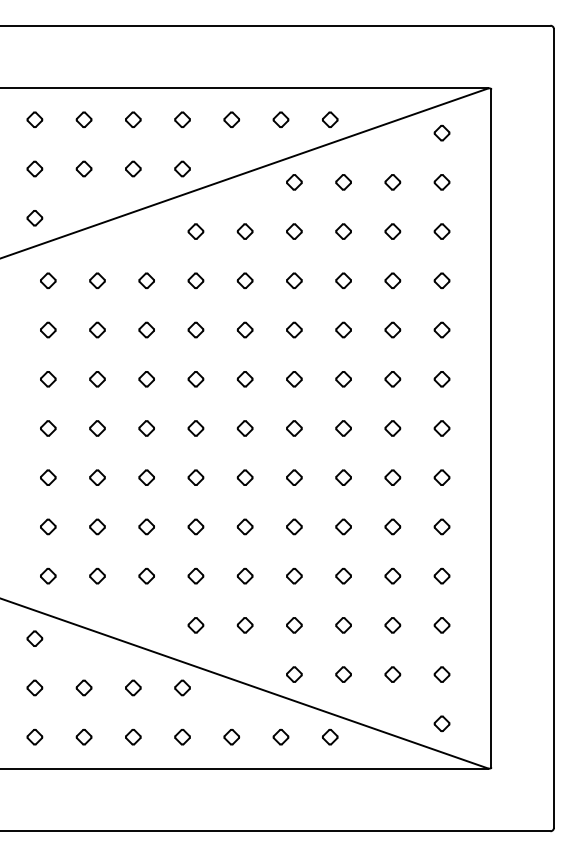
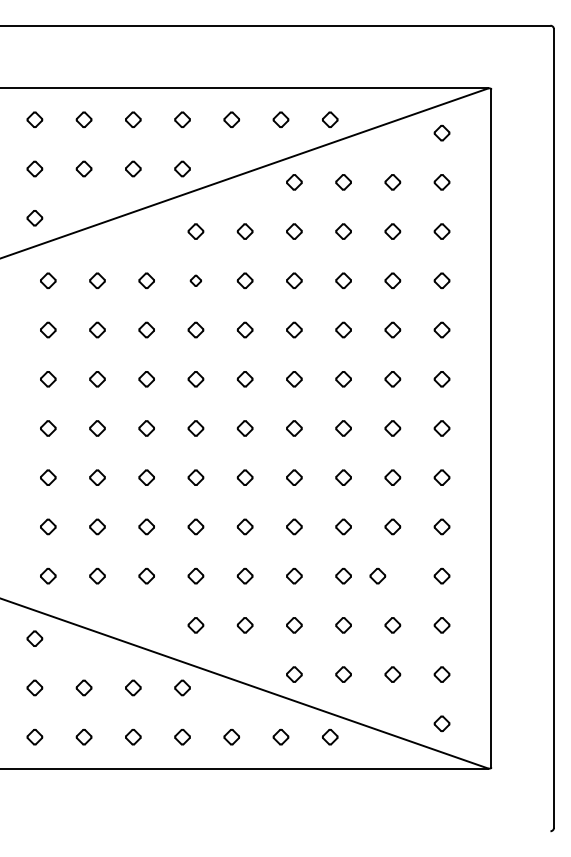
part at (195, 280) size: 18x18 px -> 13x13 px
part at (392, 575) position: (392, 575) -> (377, 575)
line at (276, 831): present -> none
